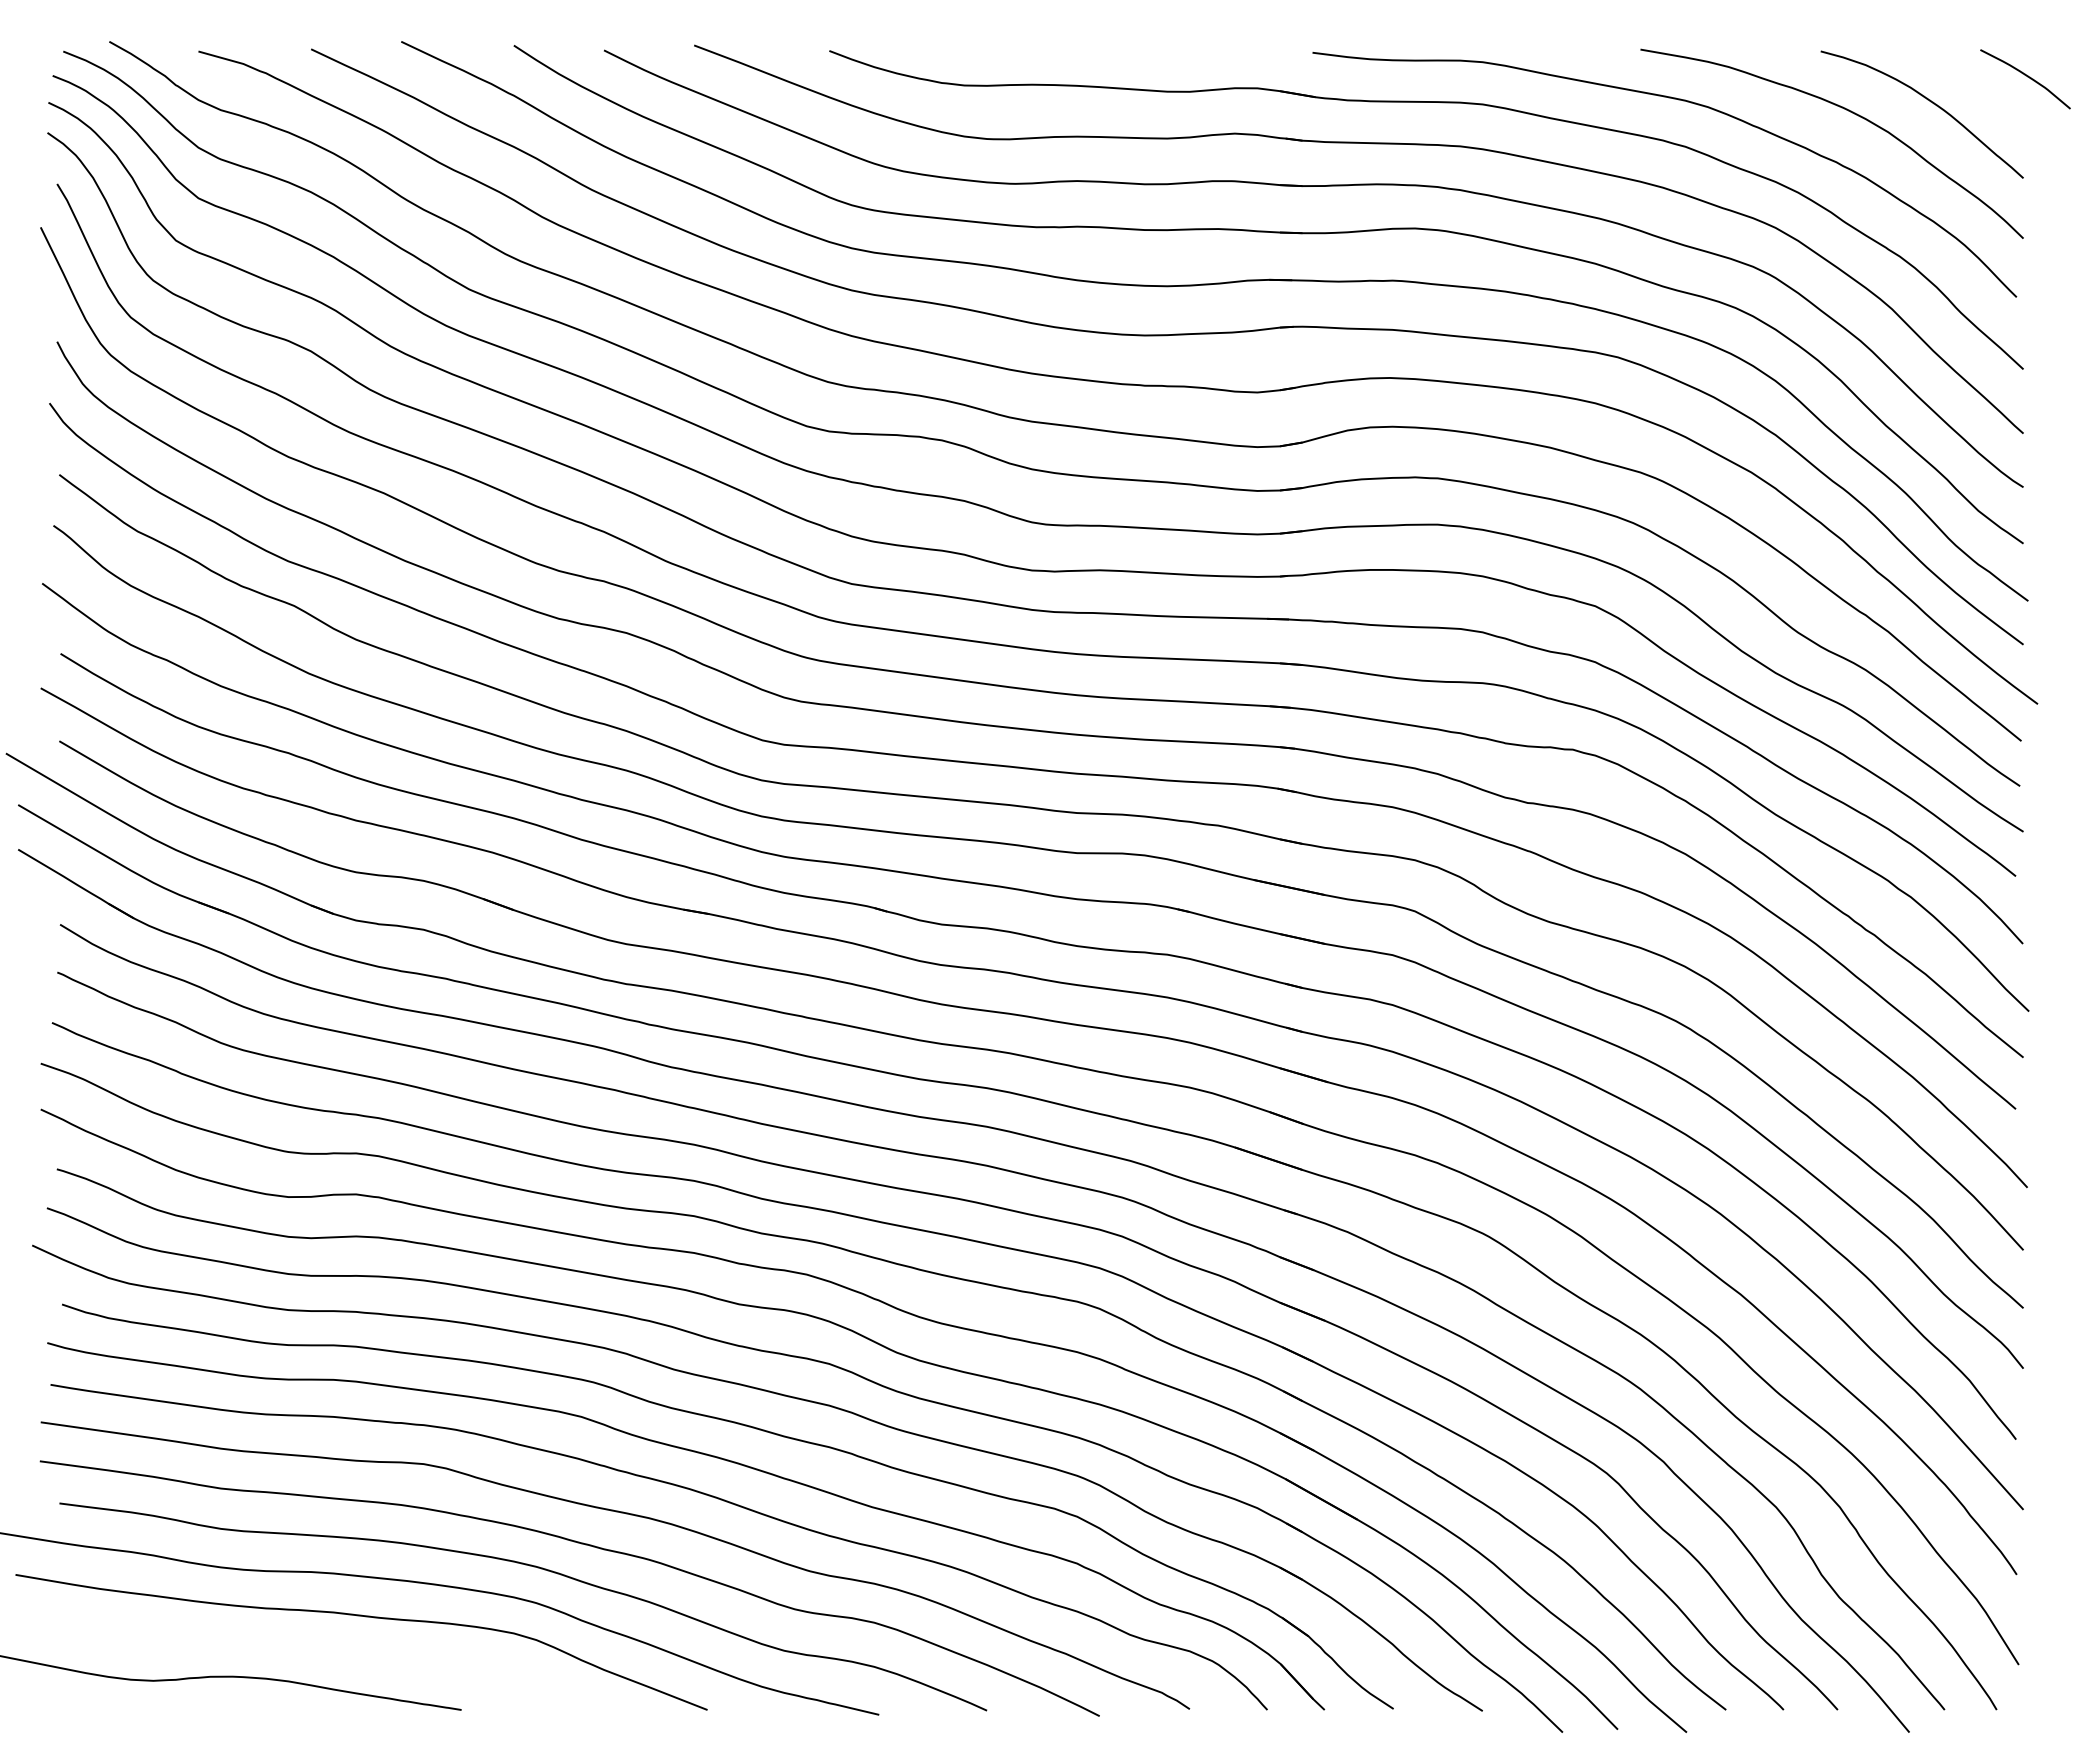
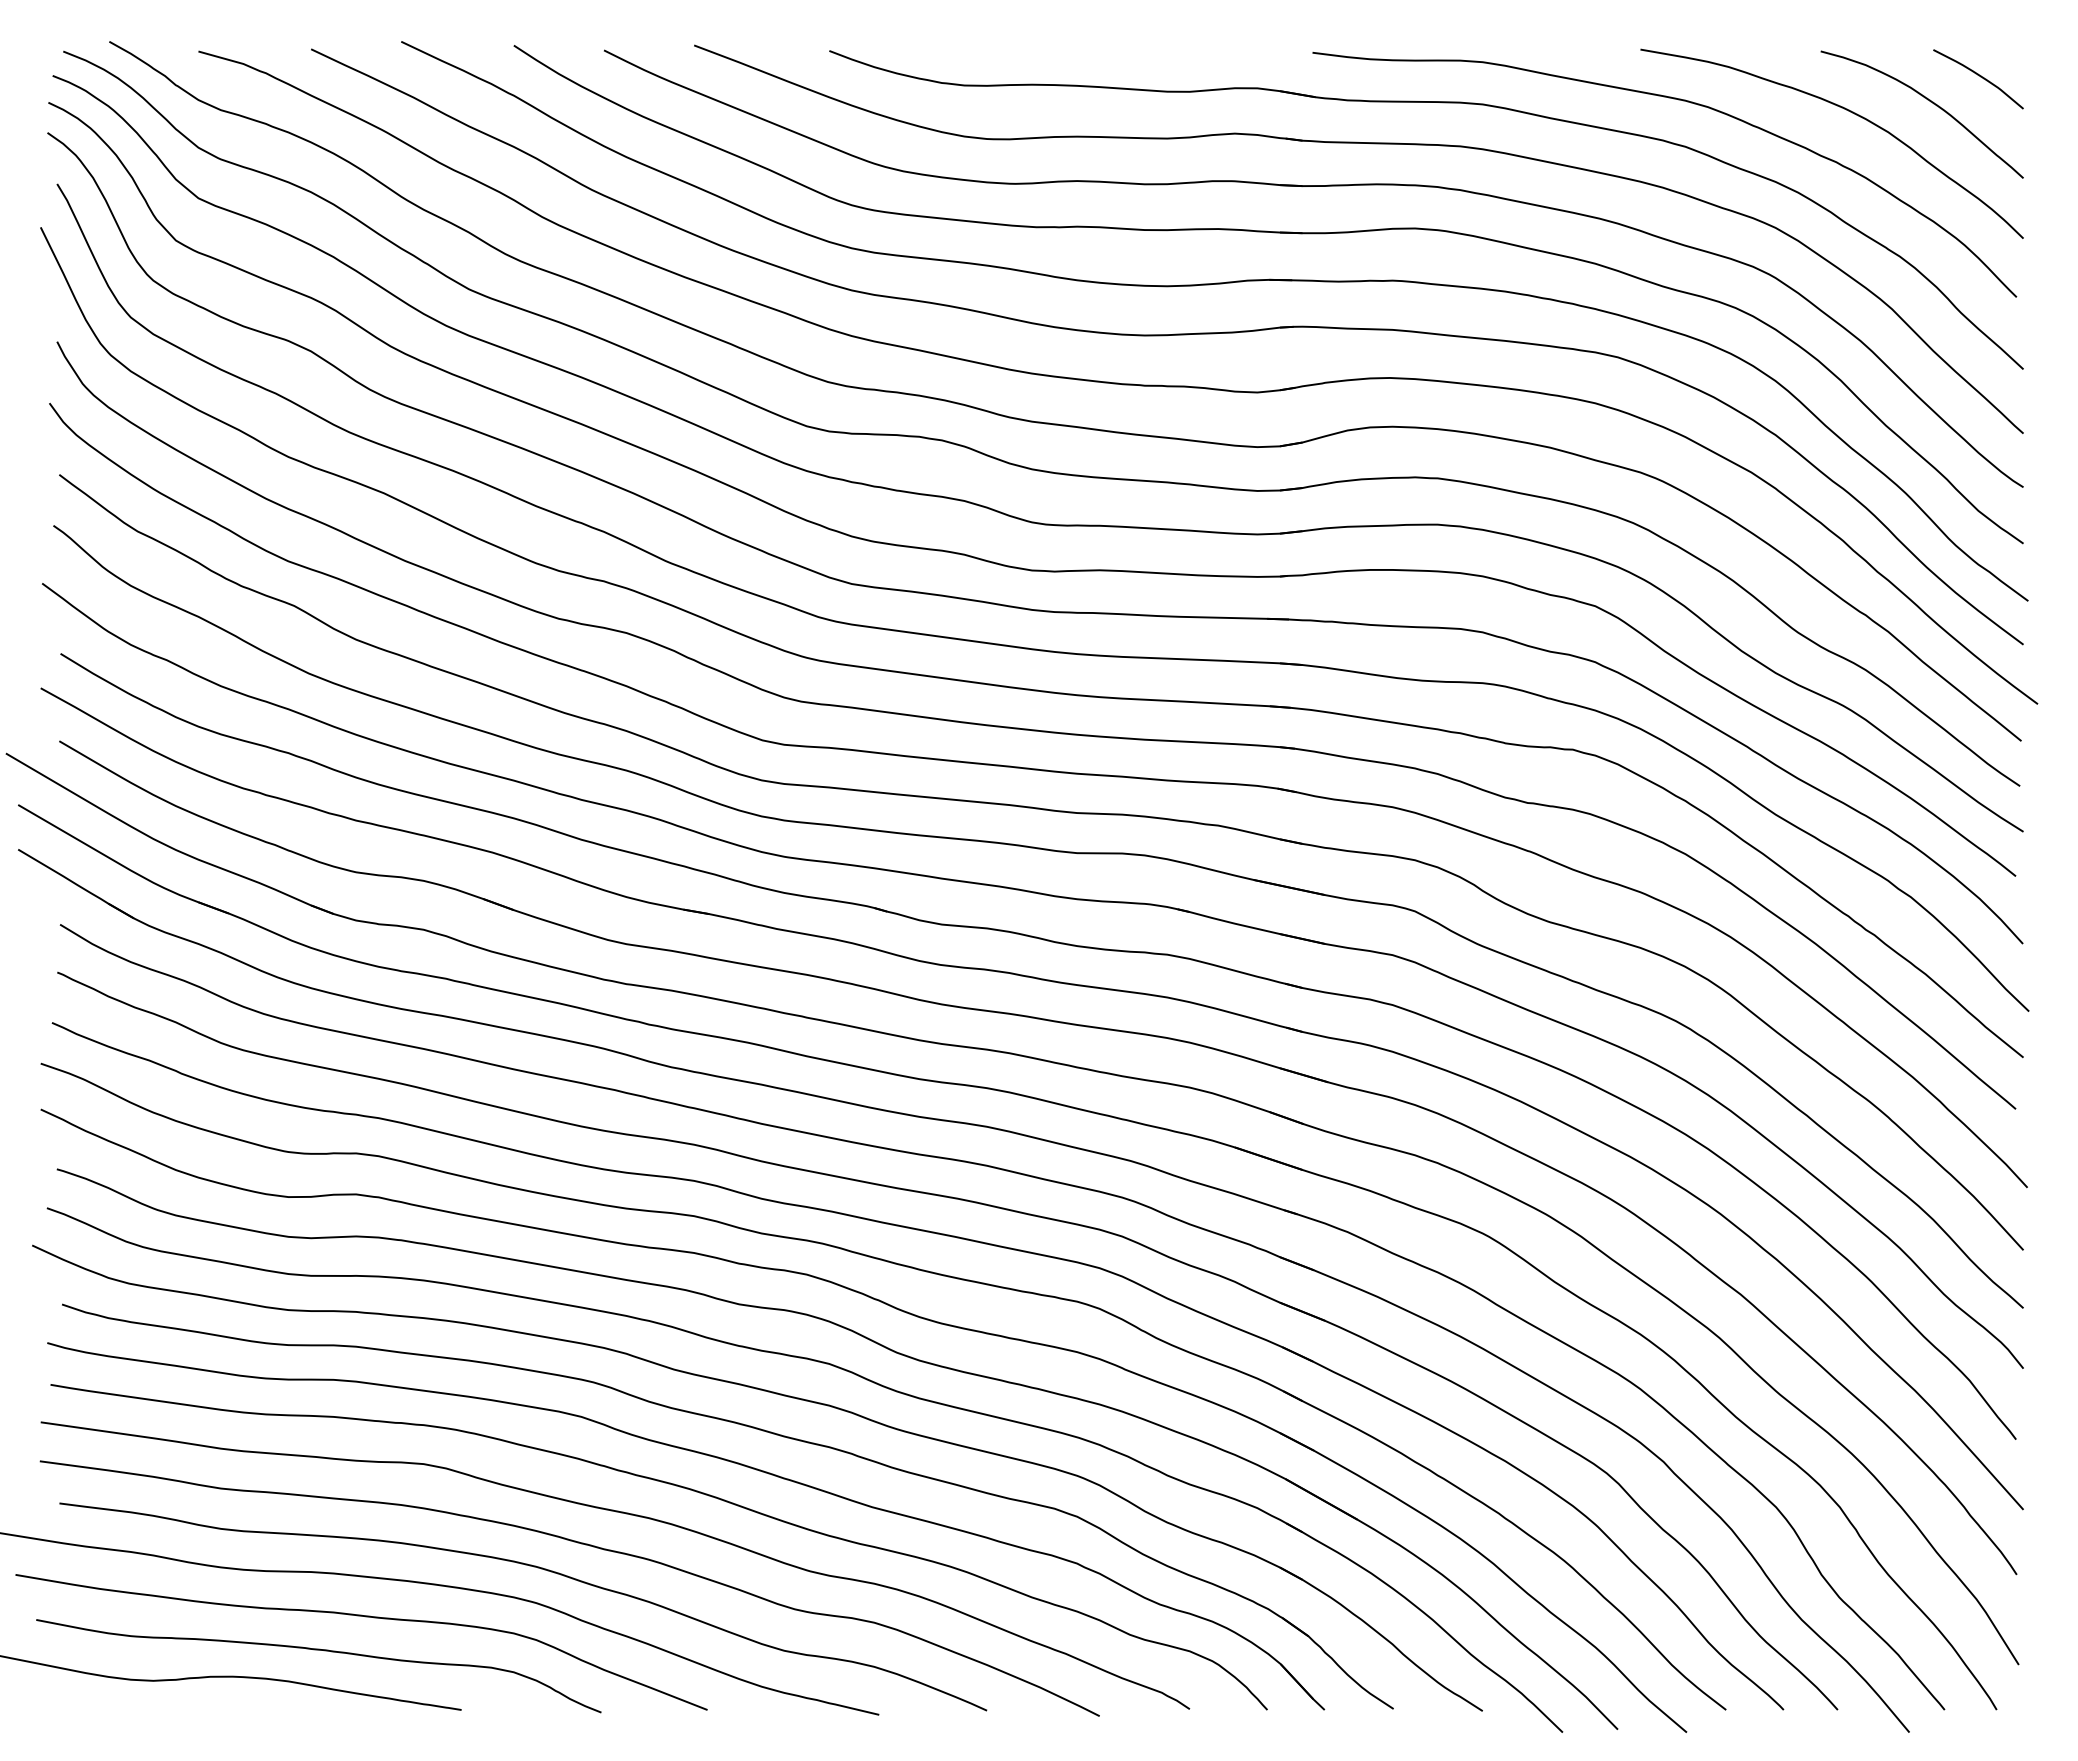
curve at (2027, 77) position: (2027, 77) -> (1980, 77)
curve at (318, 1650): none -> present
